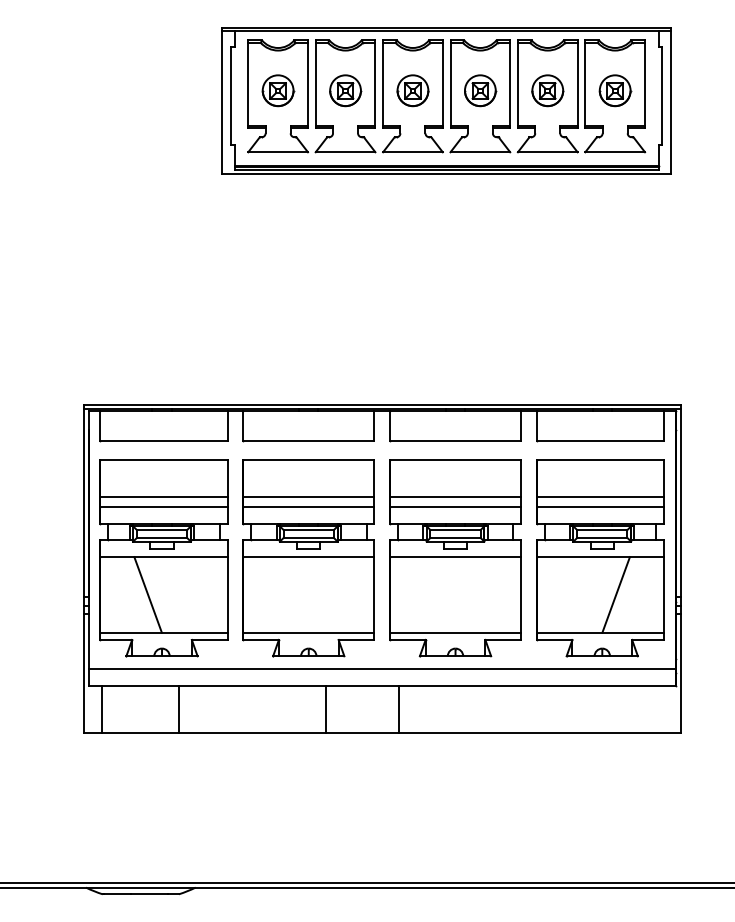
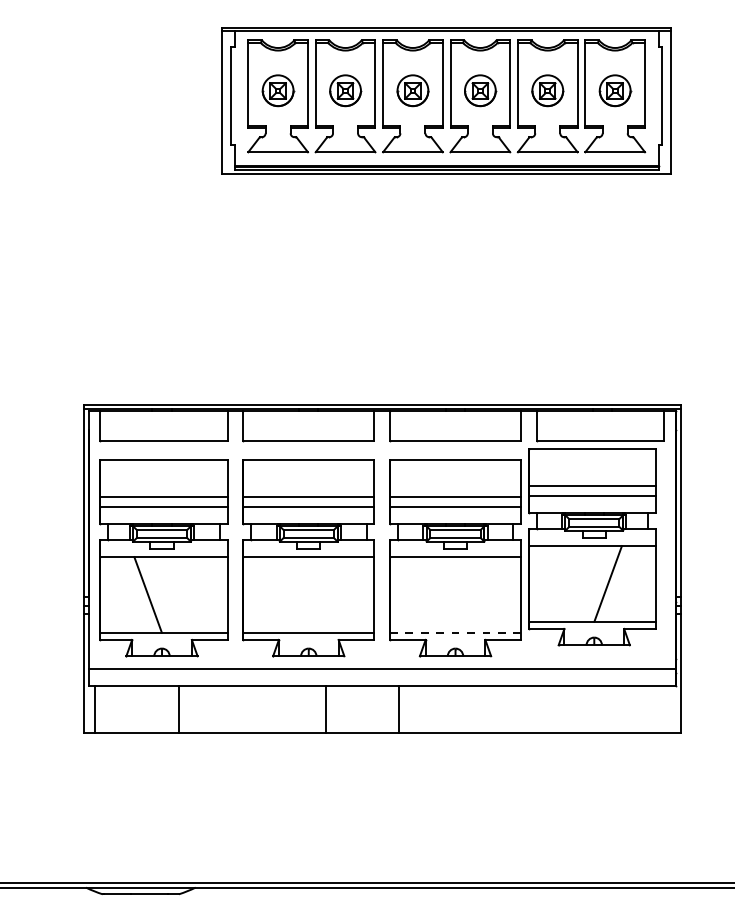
part at (600, 558) position: (600, 558) -> (592, 547)
line at (456, 632): solid -> dashed
line at (102, 709) position: (102, 709) -> (95, 709)
